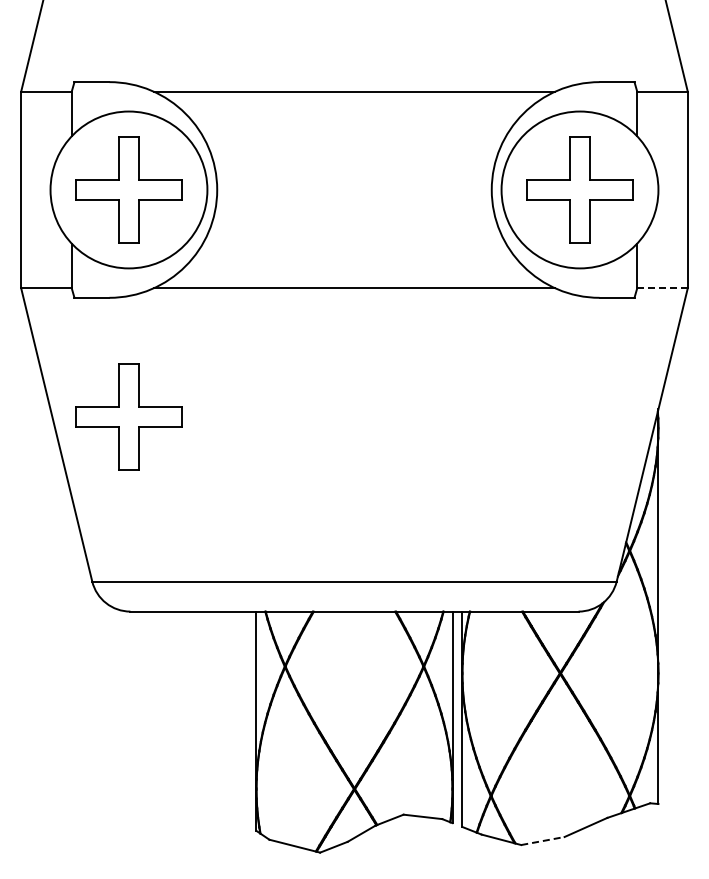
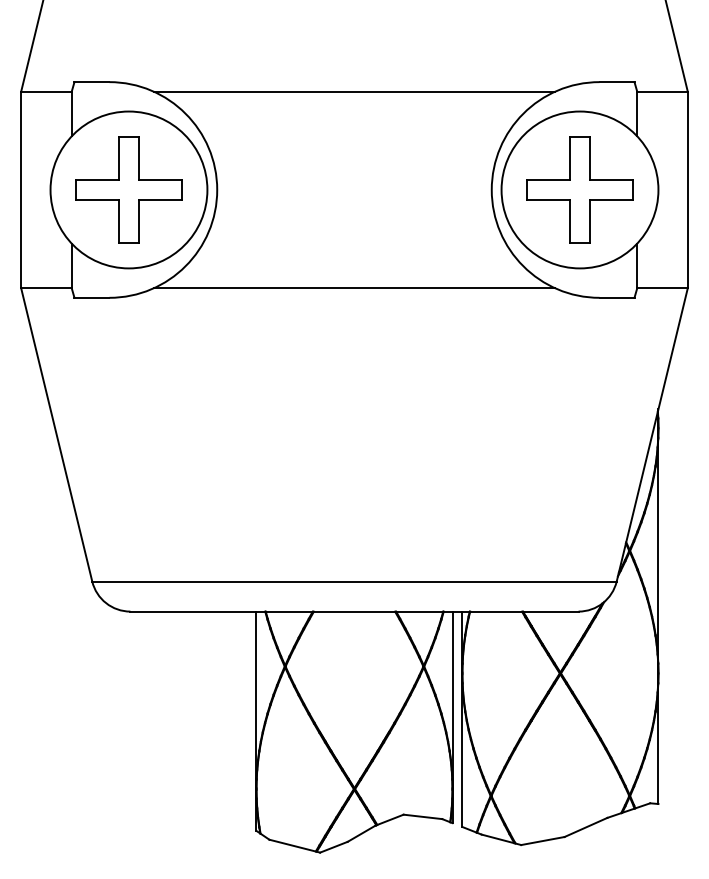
line at (663, 288): dashed -> solid
part at (128, 416): present -> none
line at (543, 840): dashed -> solid
